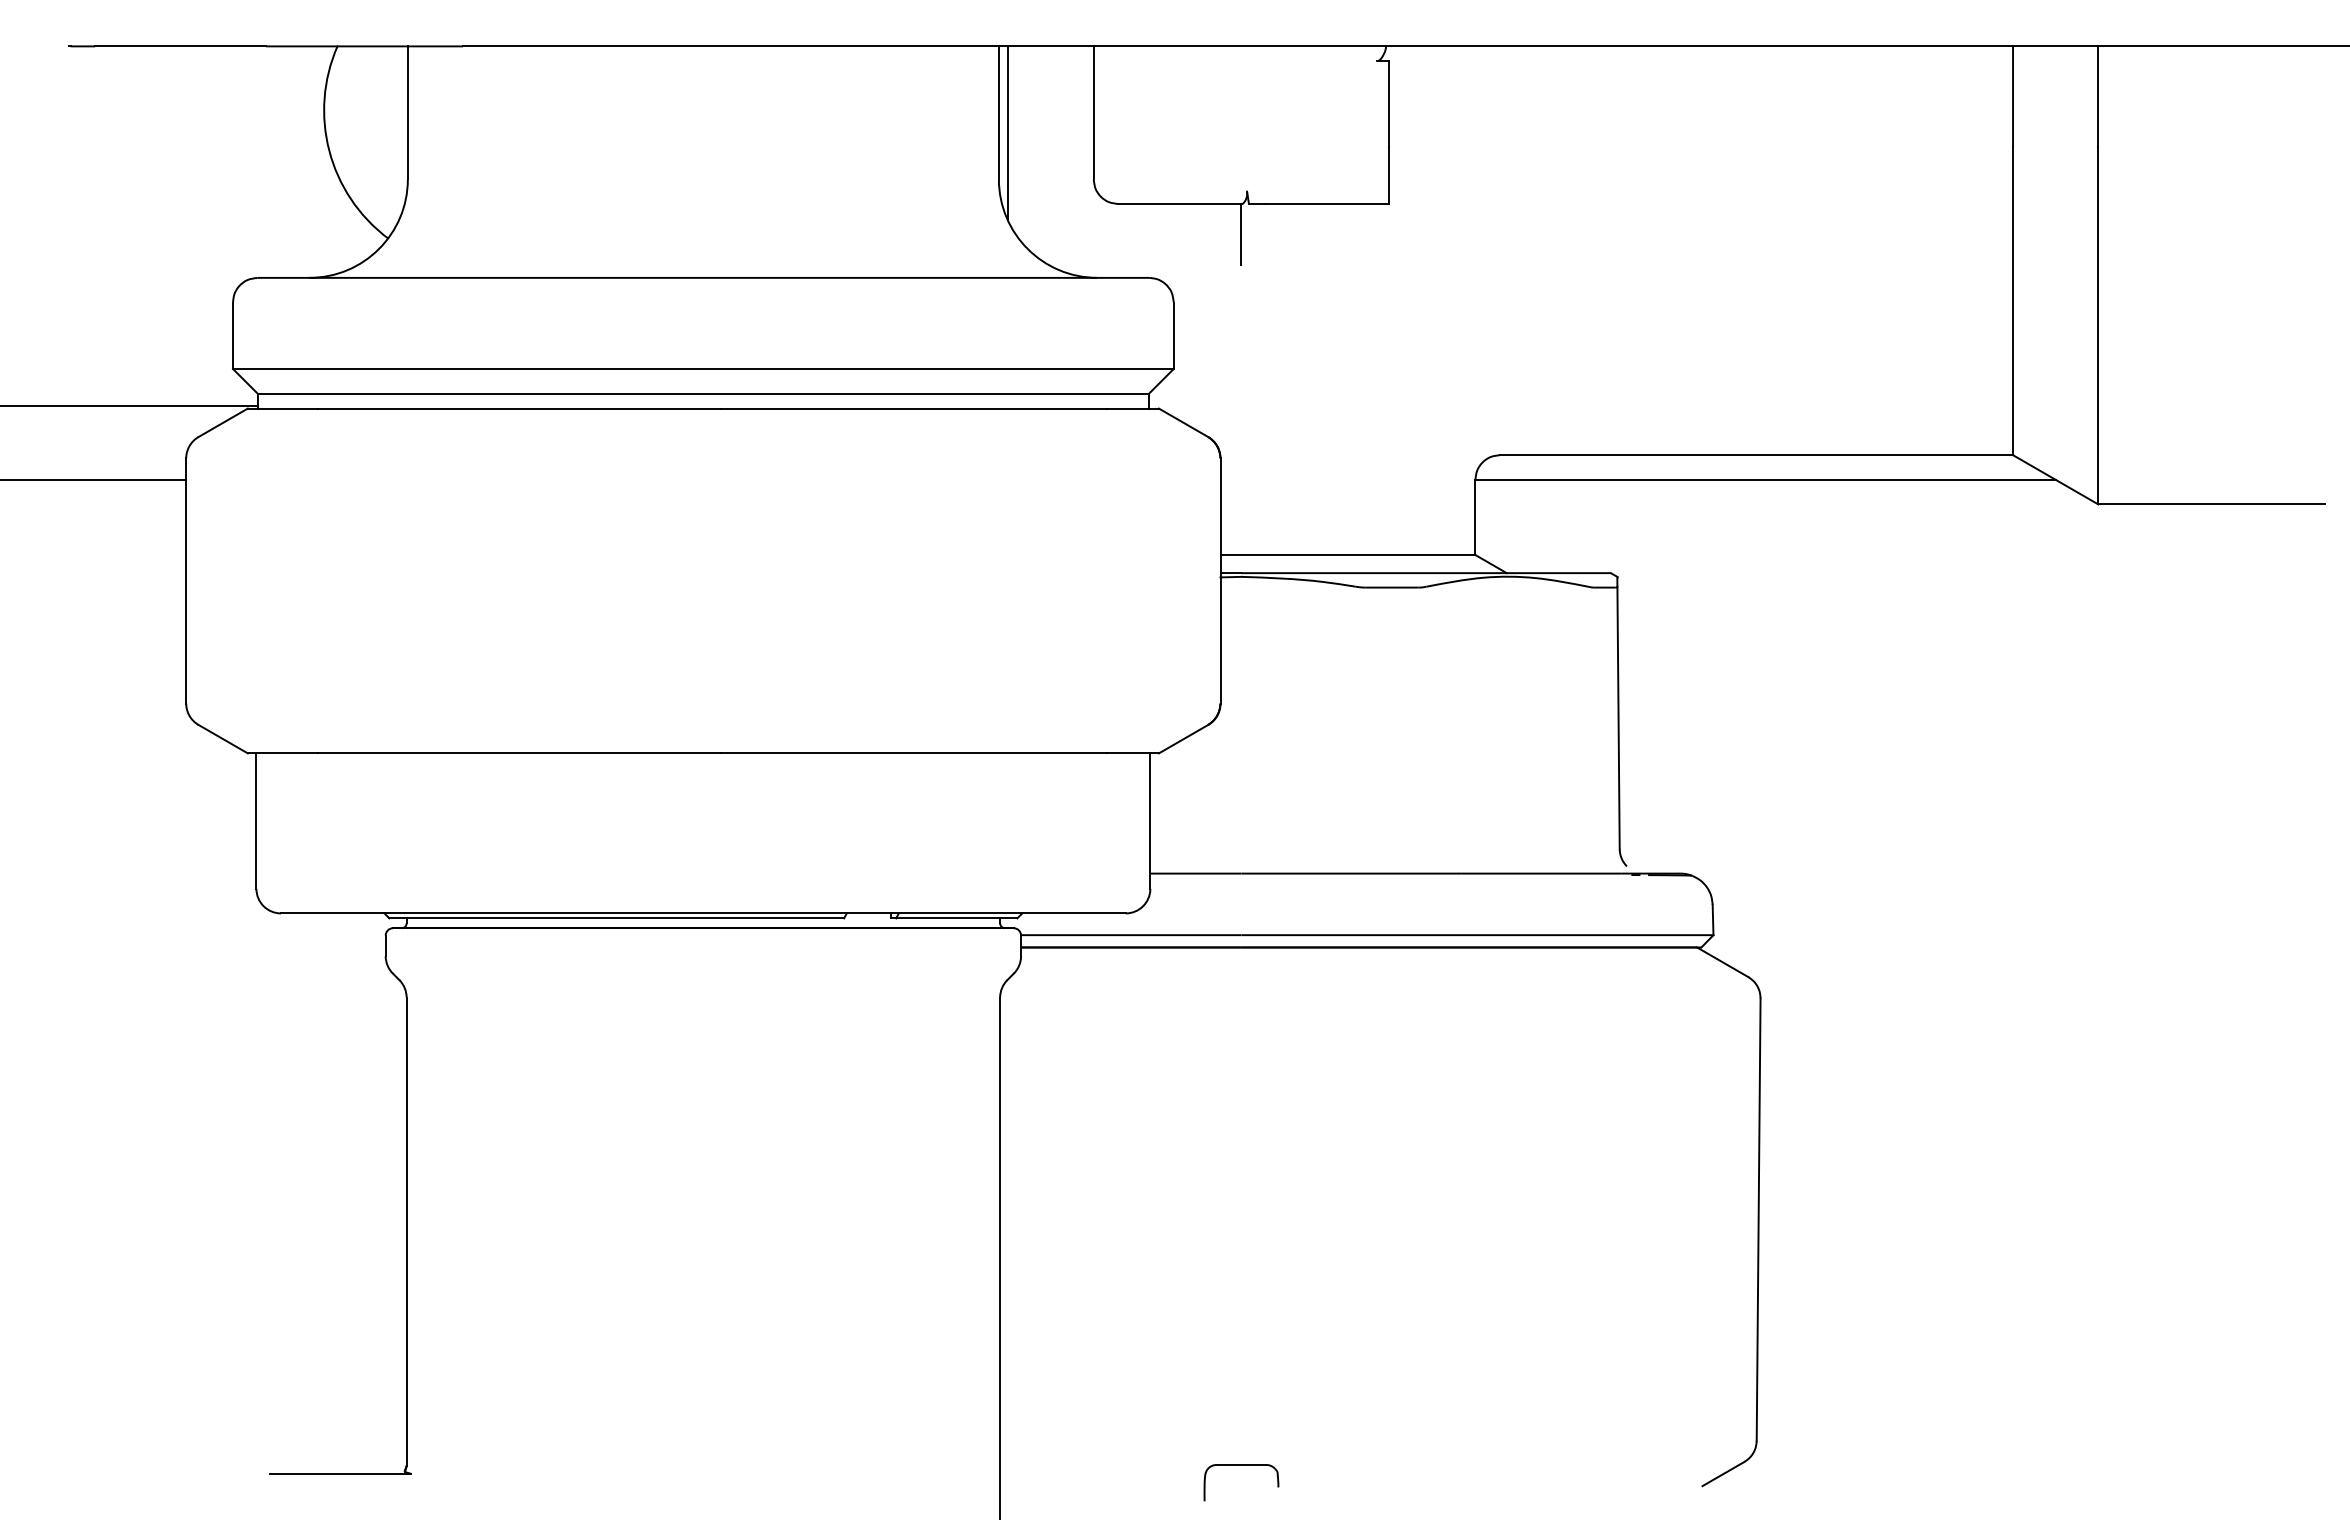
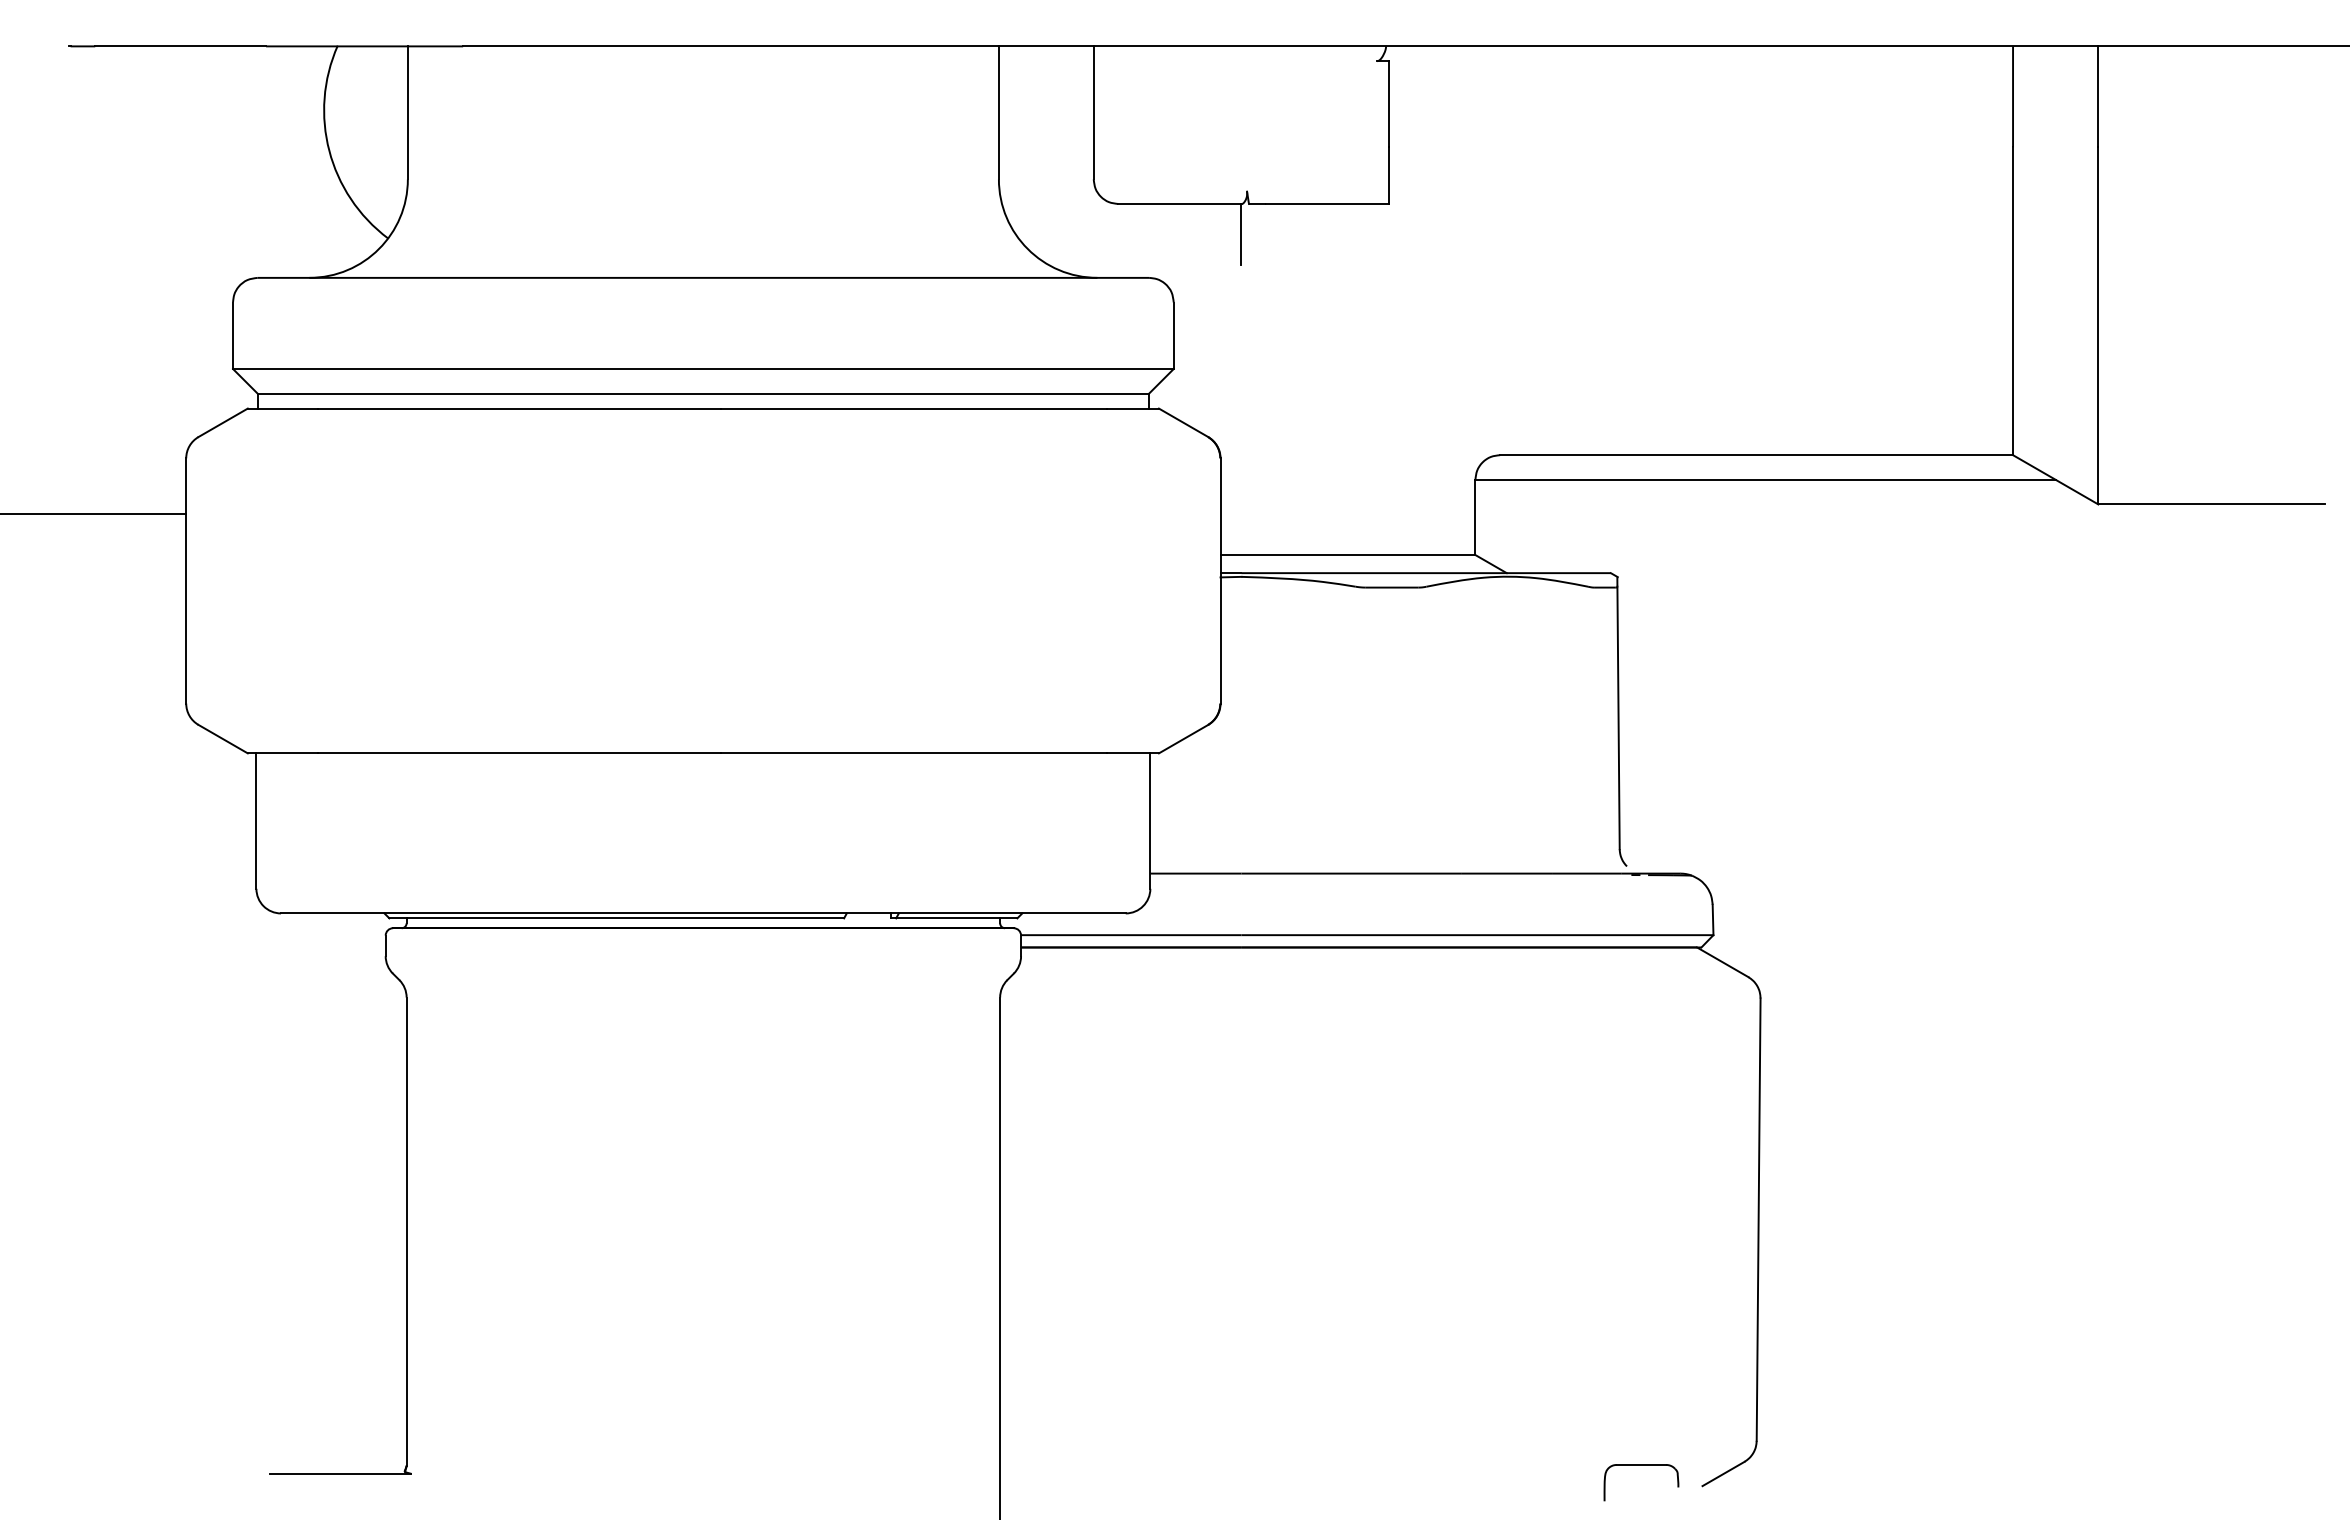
line at (1007, 132): present -> none
line at (129, 405): present -> none
line at (94, 479) position: (94, 479) -> (94, 513)
part at (1241, 1465) position: (1241, 1465) -> (1641, 1465)
